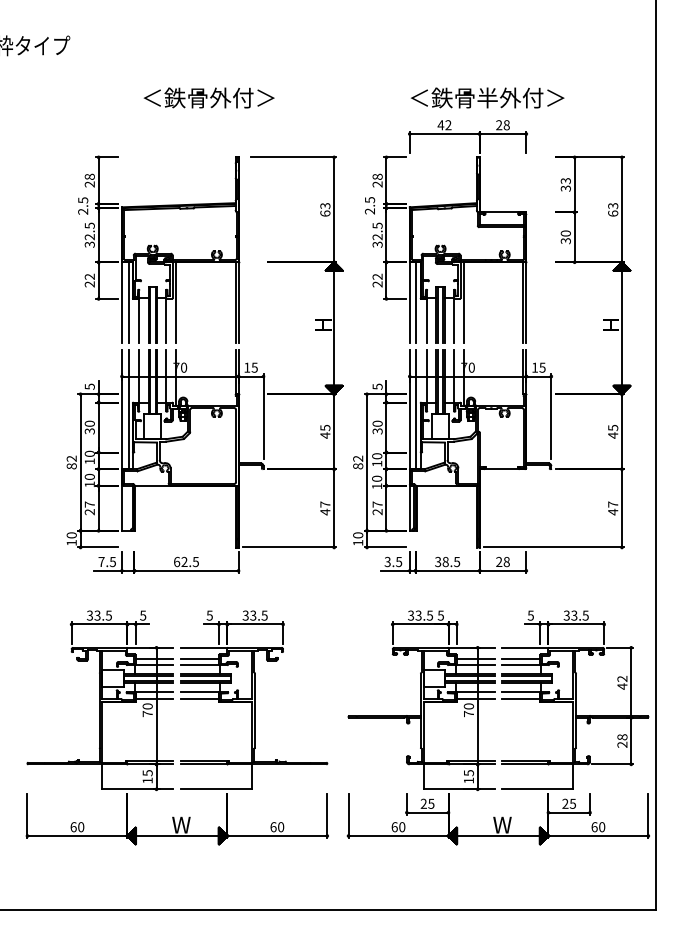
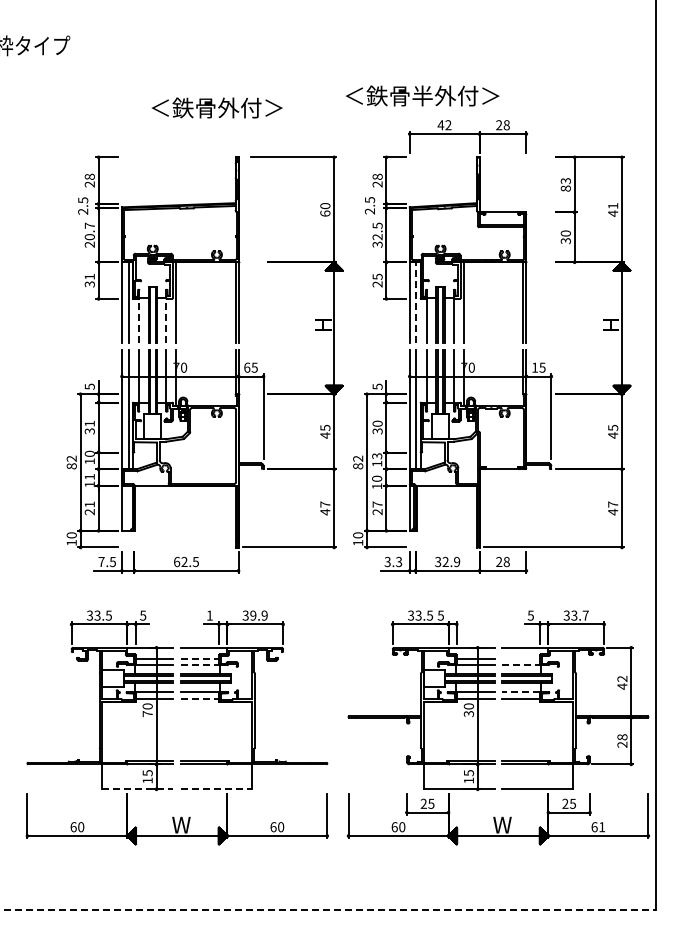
text at (208, 97) position: (208, 97) -> (216, 107)
text at (487, 97) position: (487, 97) -> (422, 95)
text at (565, 188): 33 -> 83
text at (325, 206): 63 -> 60
text at (613, 209): 63 -> 41
text at (89, 234): 32.5 -> 20.7
text at (377, 276): 22 -> 25
text at (89, 280): 22 -> 31
line at (416, 302): solid -> dashed
line at (139, 320): solid -> dashed
line at (166, 320): solid -> dashed
text at (247, 367): 15 -> 65
text at (89, 423): 30 -> 31
text at (377, 456): 10 -> 13
text at (89, 476): 10 -> 11
text at (89, 504): 27 -> 21
text at (399, 561): 3.5 -> 3.3
text at (451, 561): 38.5 -> 32.9
text at (209, 615): 5 -> 1
text at (258, 615): 33.5 -> 39.9
text at (585, 615): 33.5 -> 33.7
line at (200, 658): solid -> dashed
line at (521, 658): present -> none
line at (201, 665): solid -> dashed
line at (522, 665): solid -> dashed
line at (521, 691): solid -> dashed
line at (200, 698): solid -> dashed
text at (468, 714): 70 -> 30
line at (137, 789): solid -> dashed
line at (217, 789): solid -> dashed
text at (602, 827): 60 -> 61
line at (328, 909): solid -> dashed
